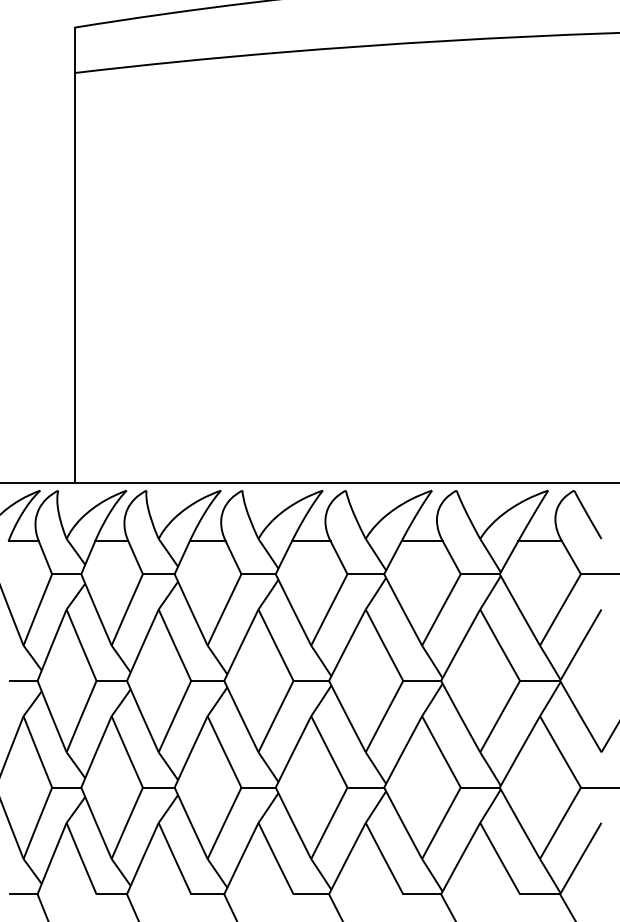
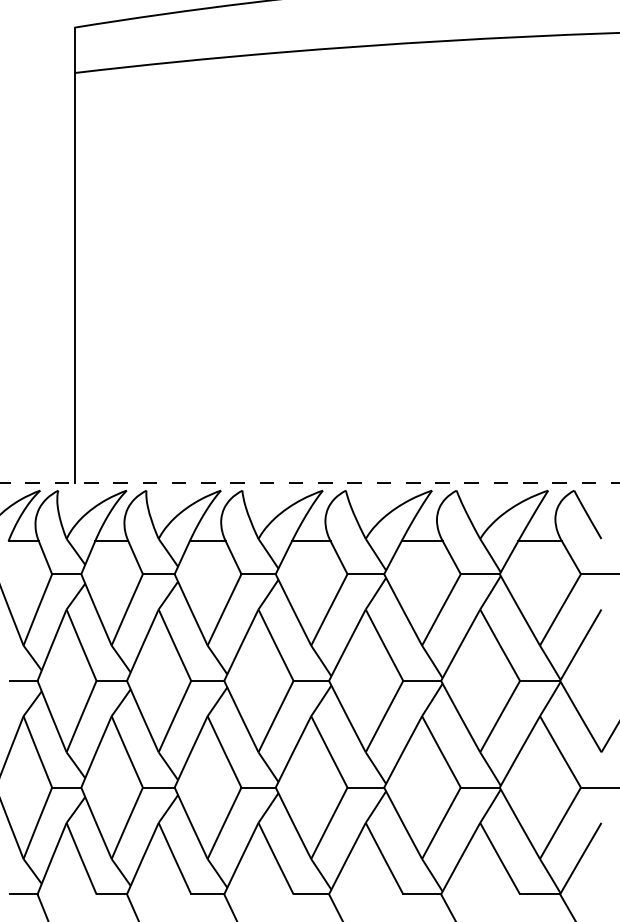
line at (310, 482): solid -> dashed
